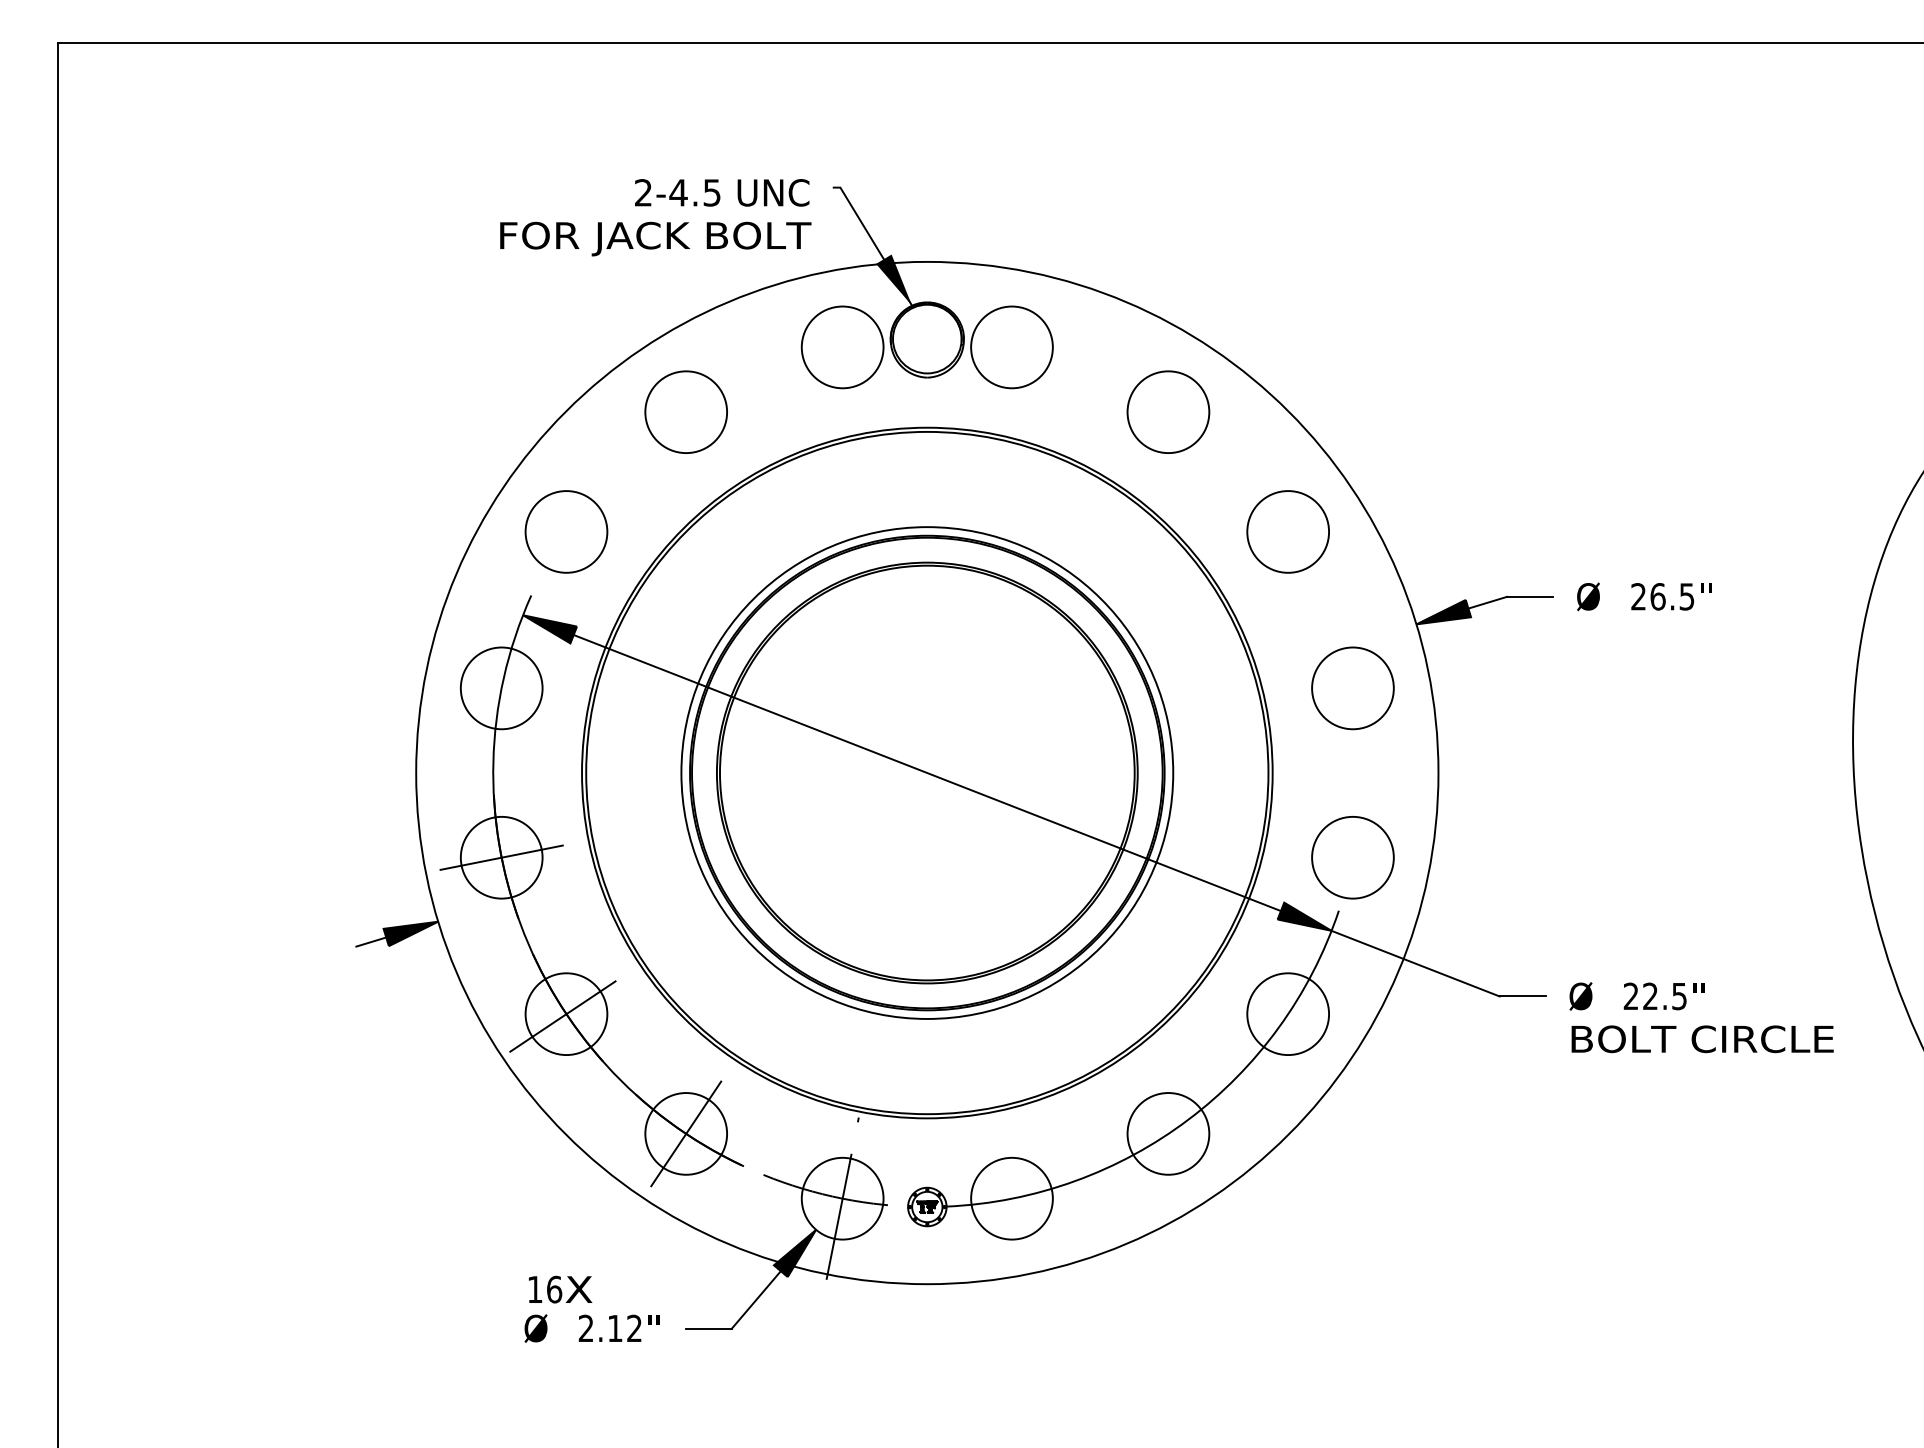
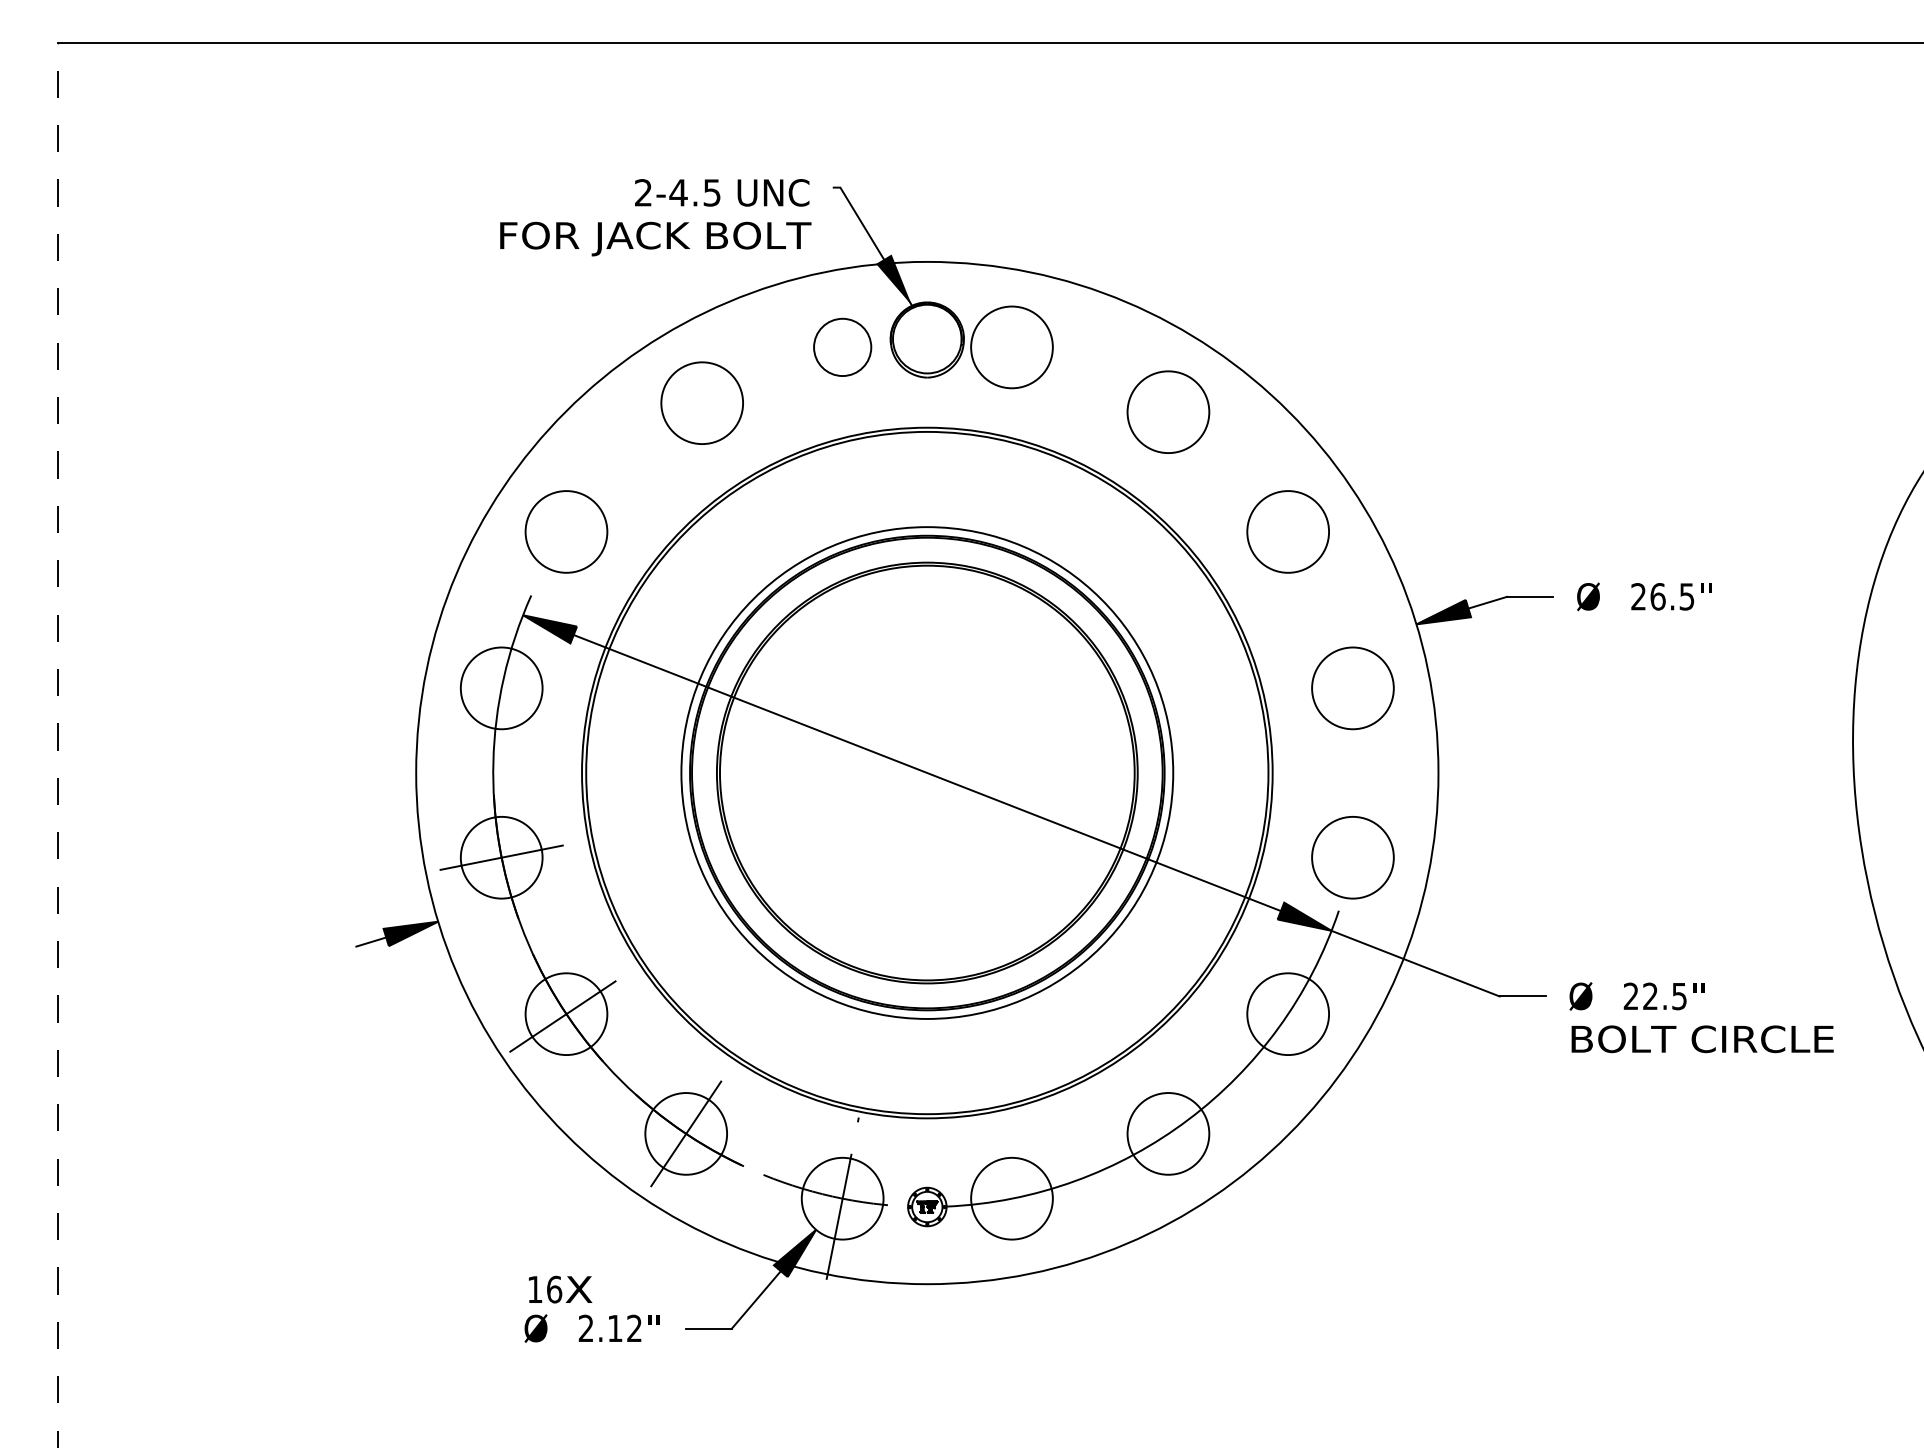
circle at (842, 347) diameter: 82 px -> 57 px
circle at (685, 411) position: (685, 411) -> (701, 402)
line at (57, 745): solid -> dashed
